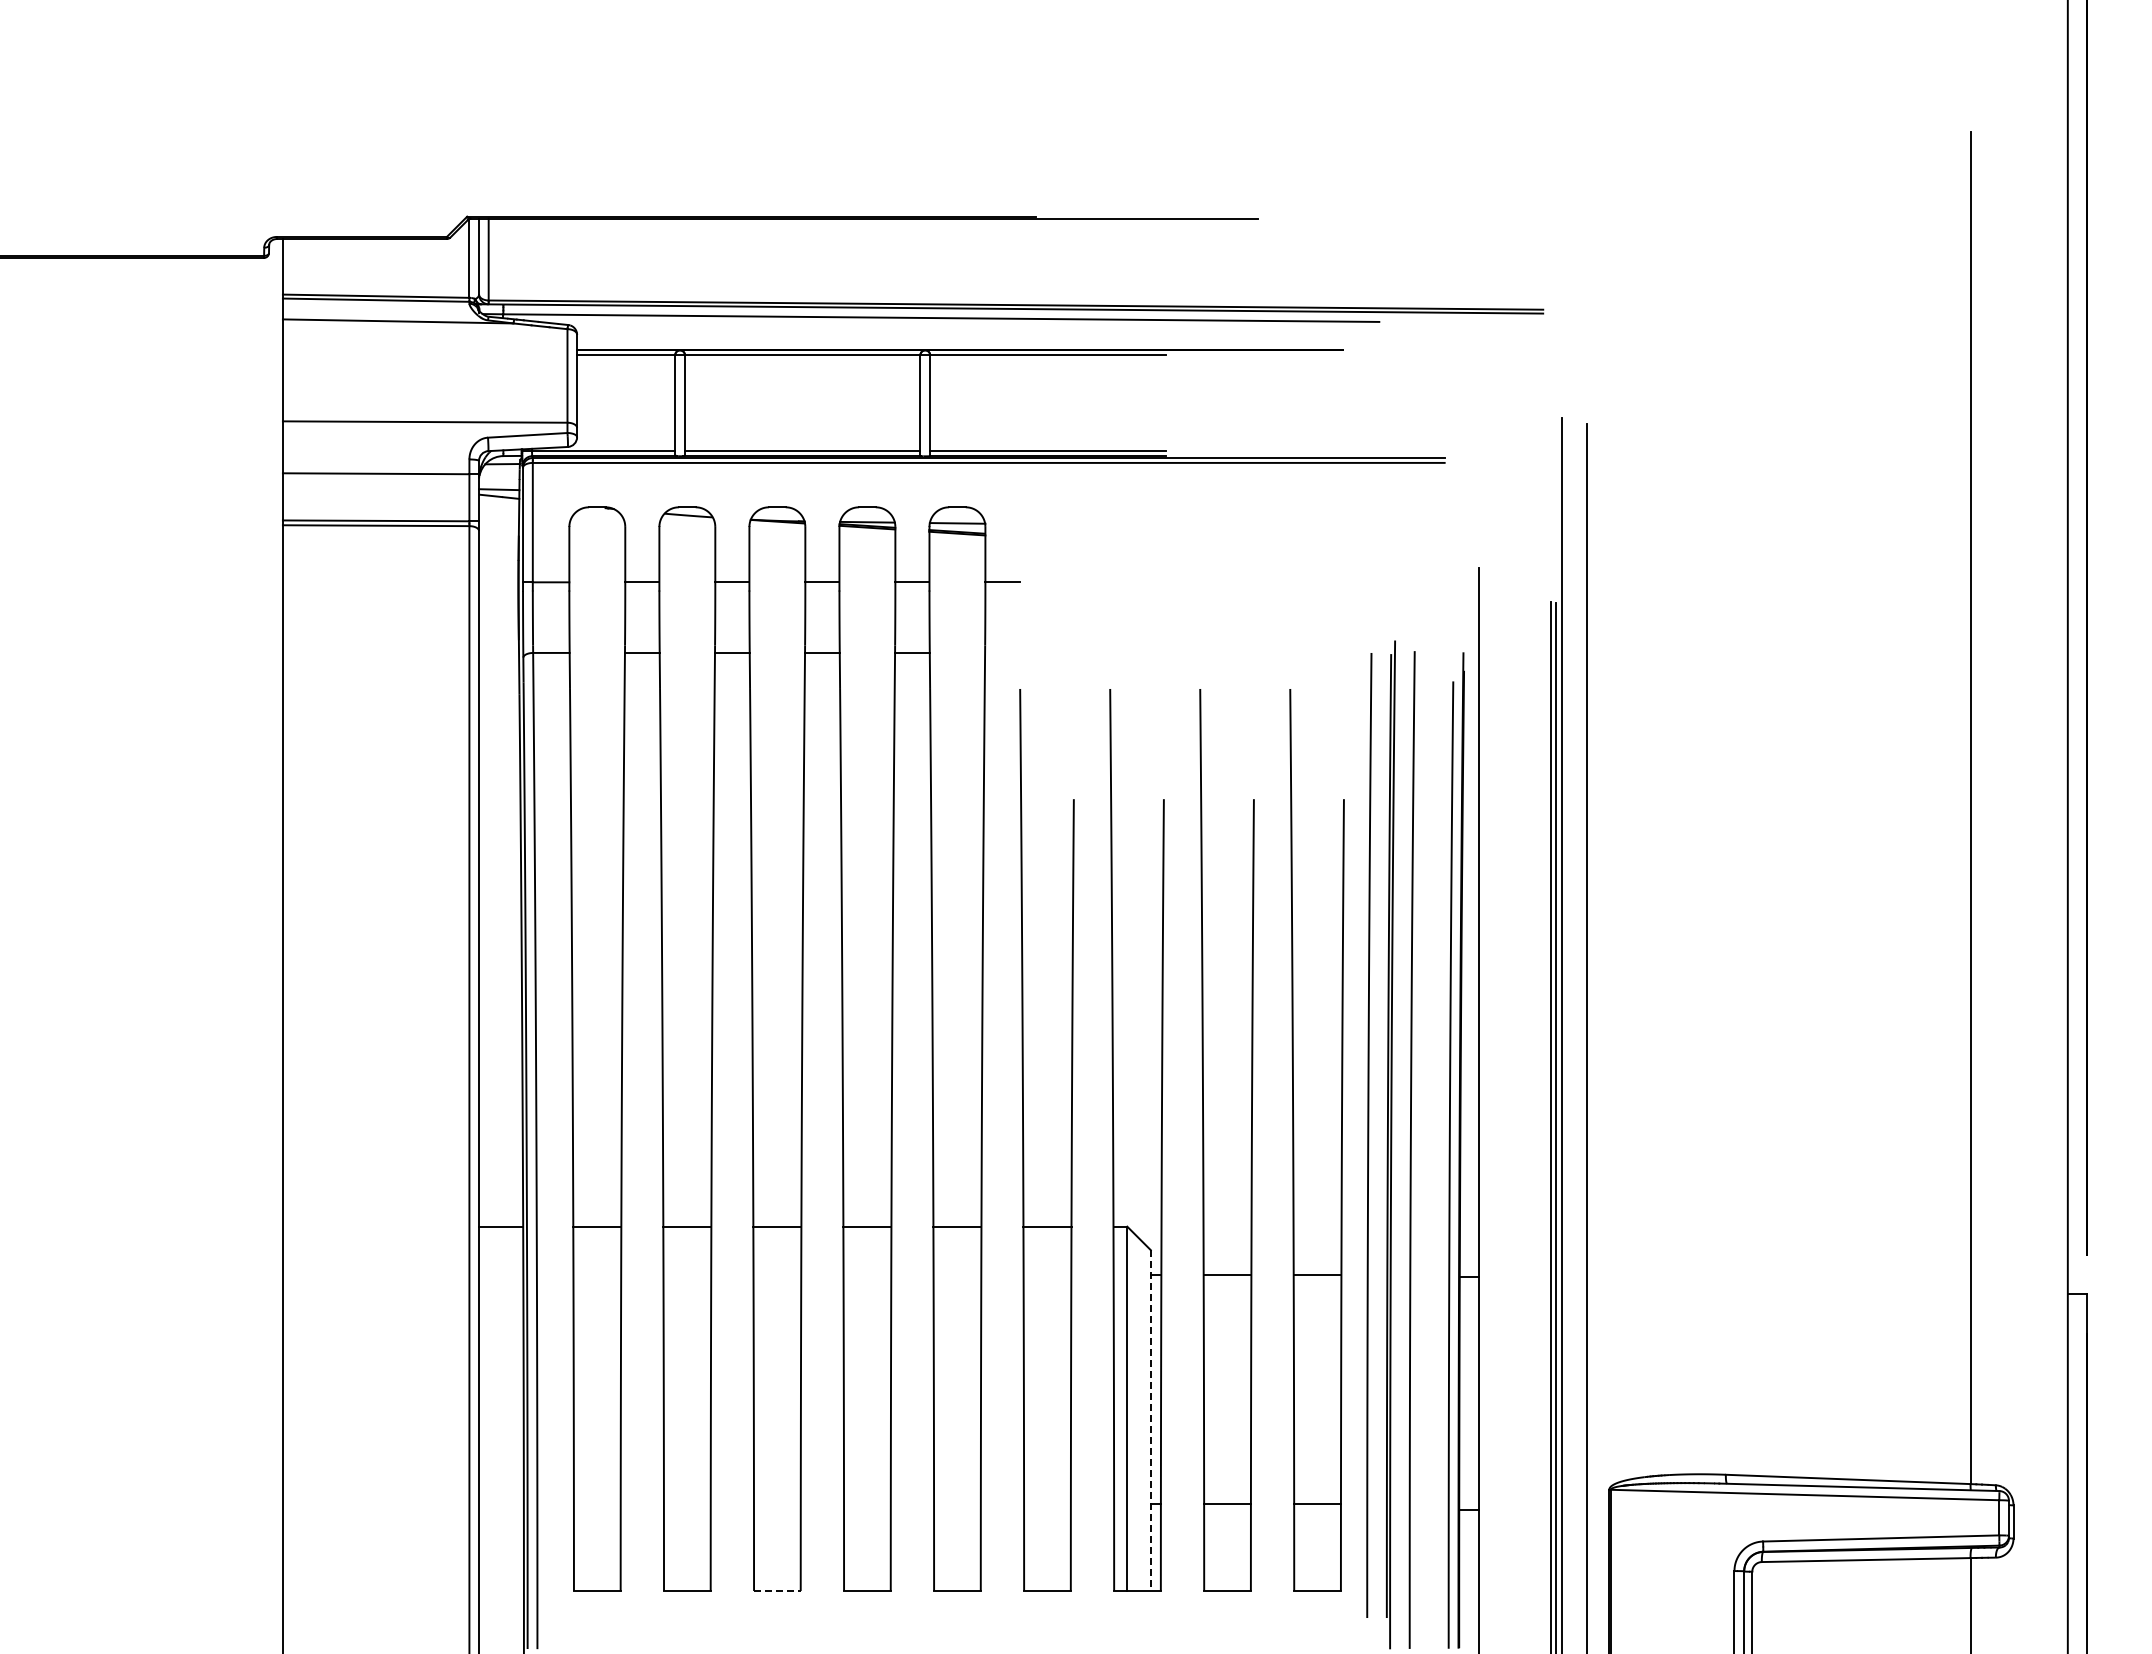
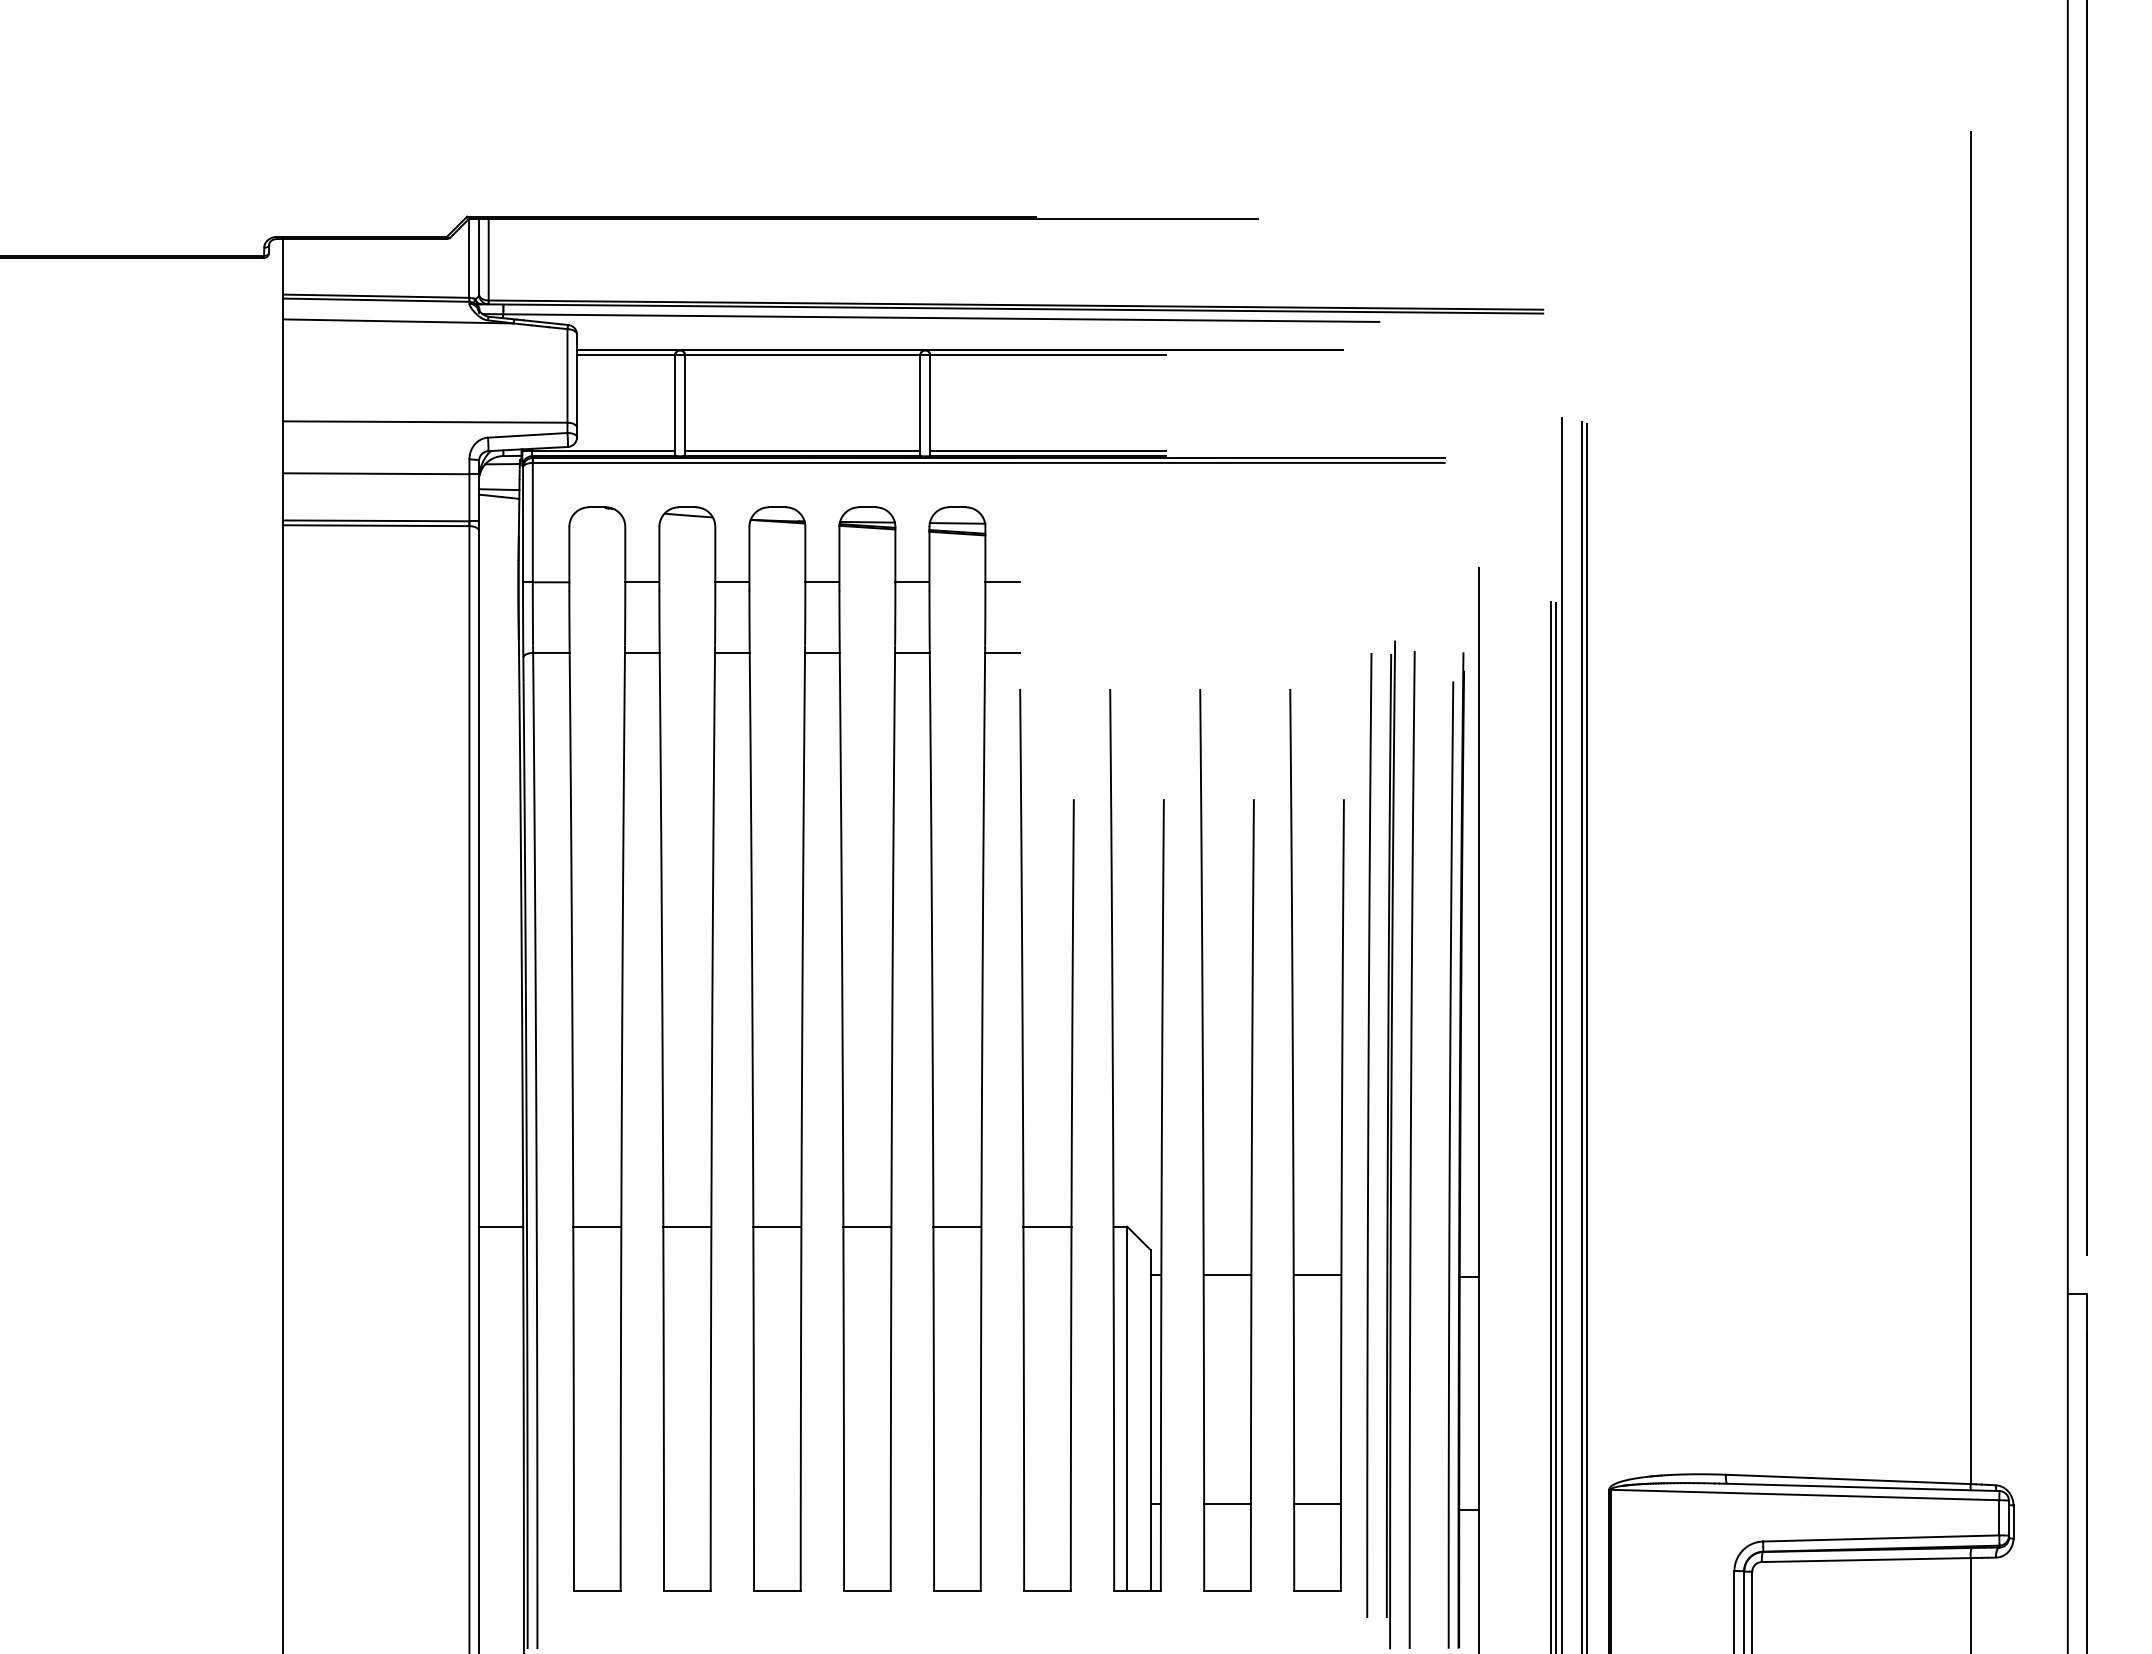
line at (1002, 652): none -> present
line at (1581, 1036): none -> present
line at (1150, 1421): dashed -> solid
line at (777, 1591): dashed -> solid
